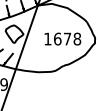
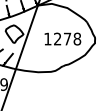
text at (57, 38): 1678 -> 1278
